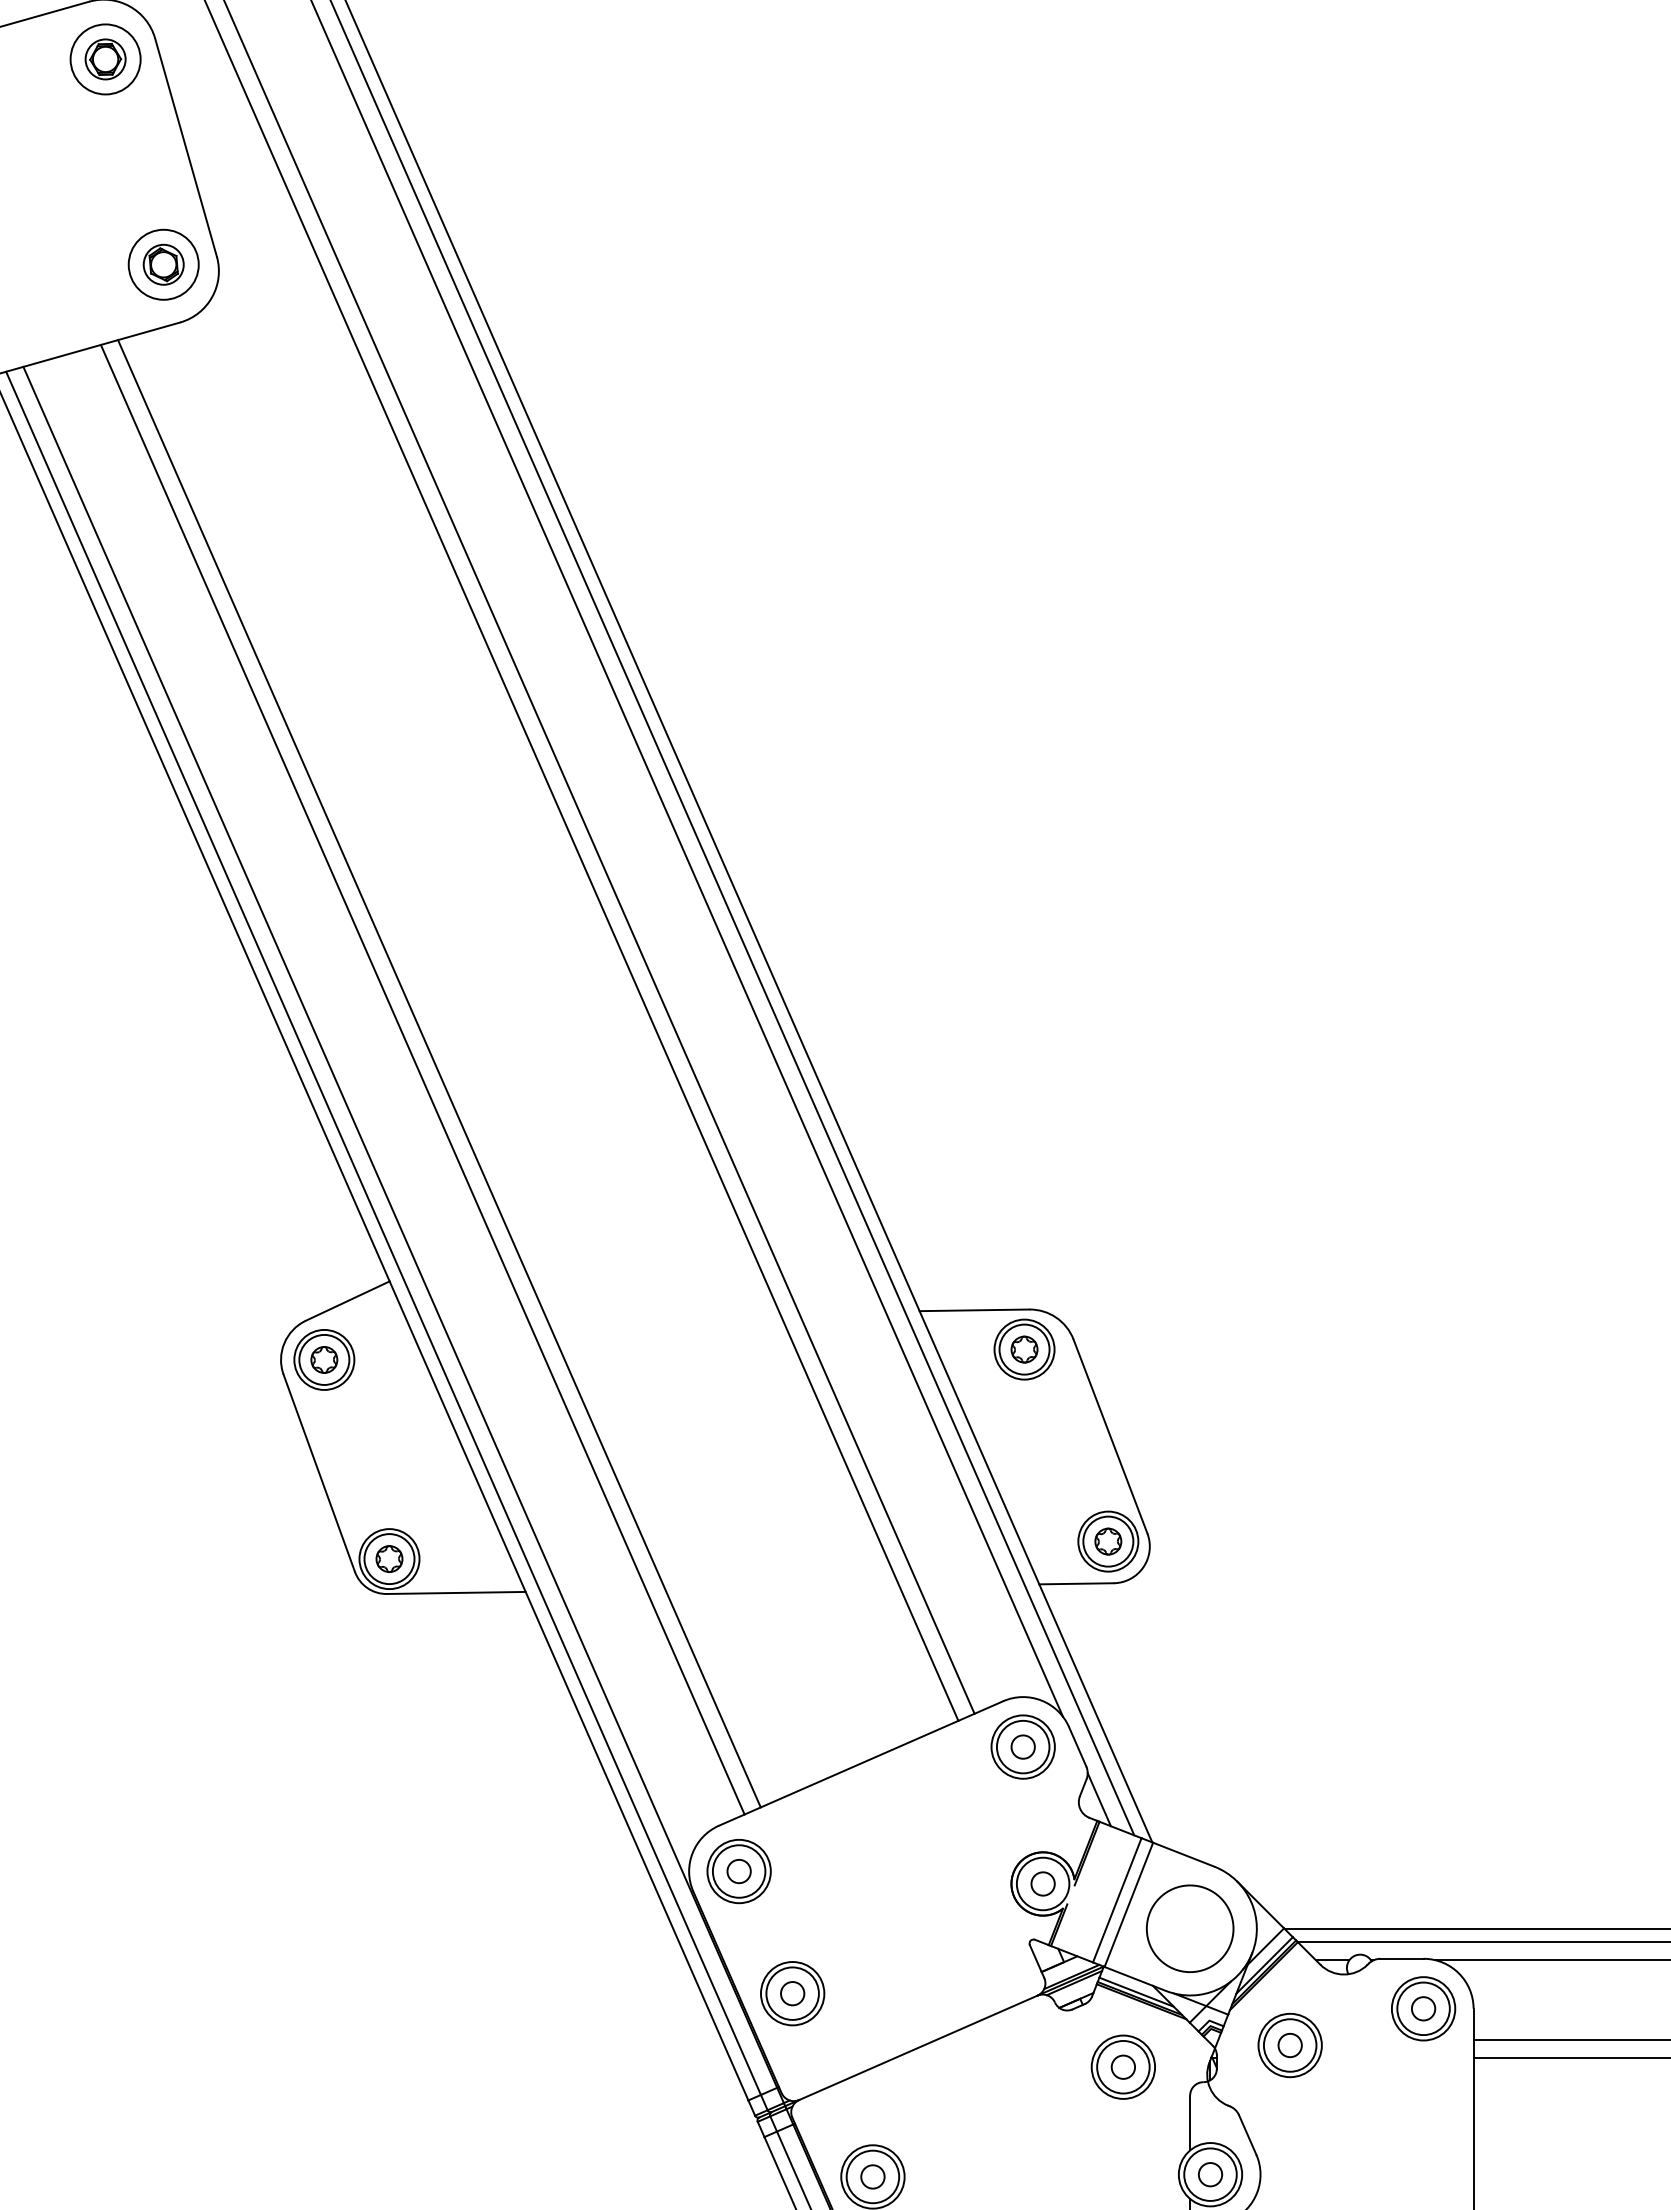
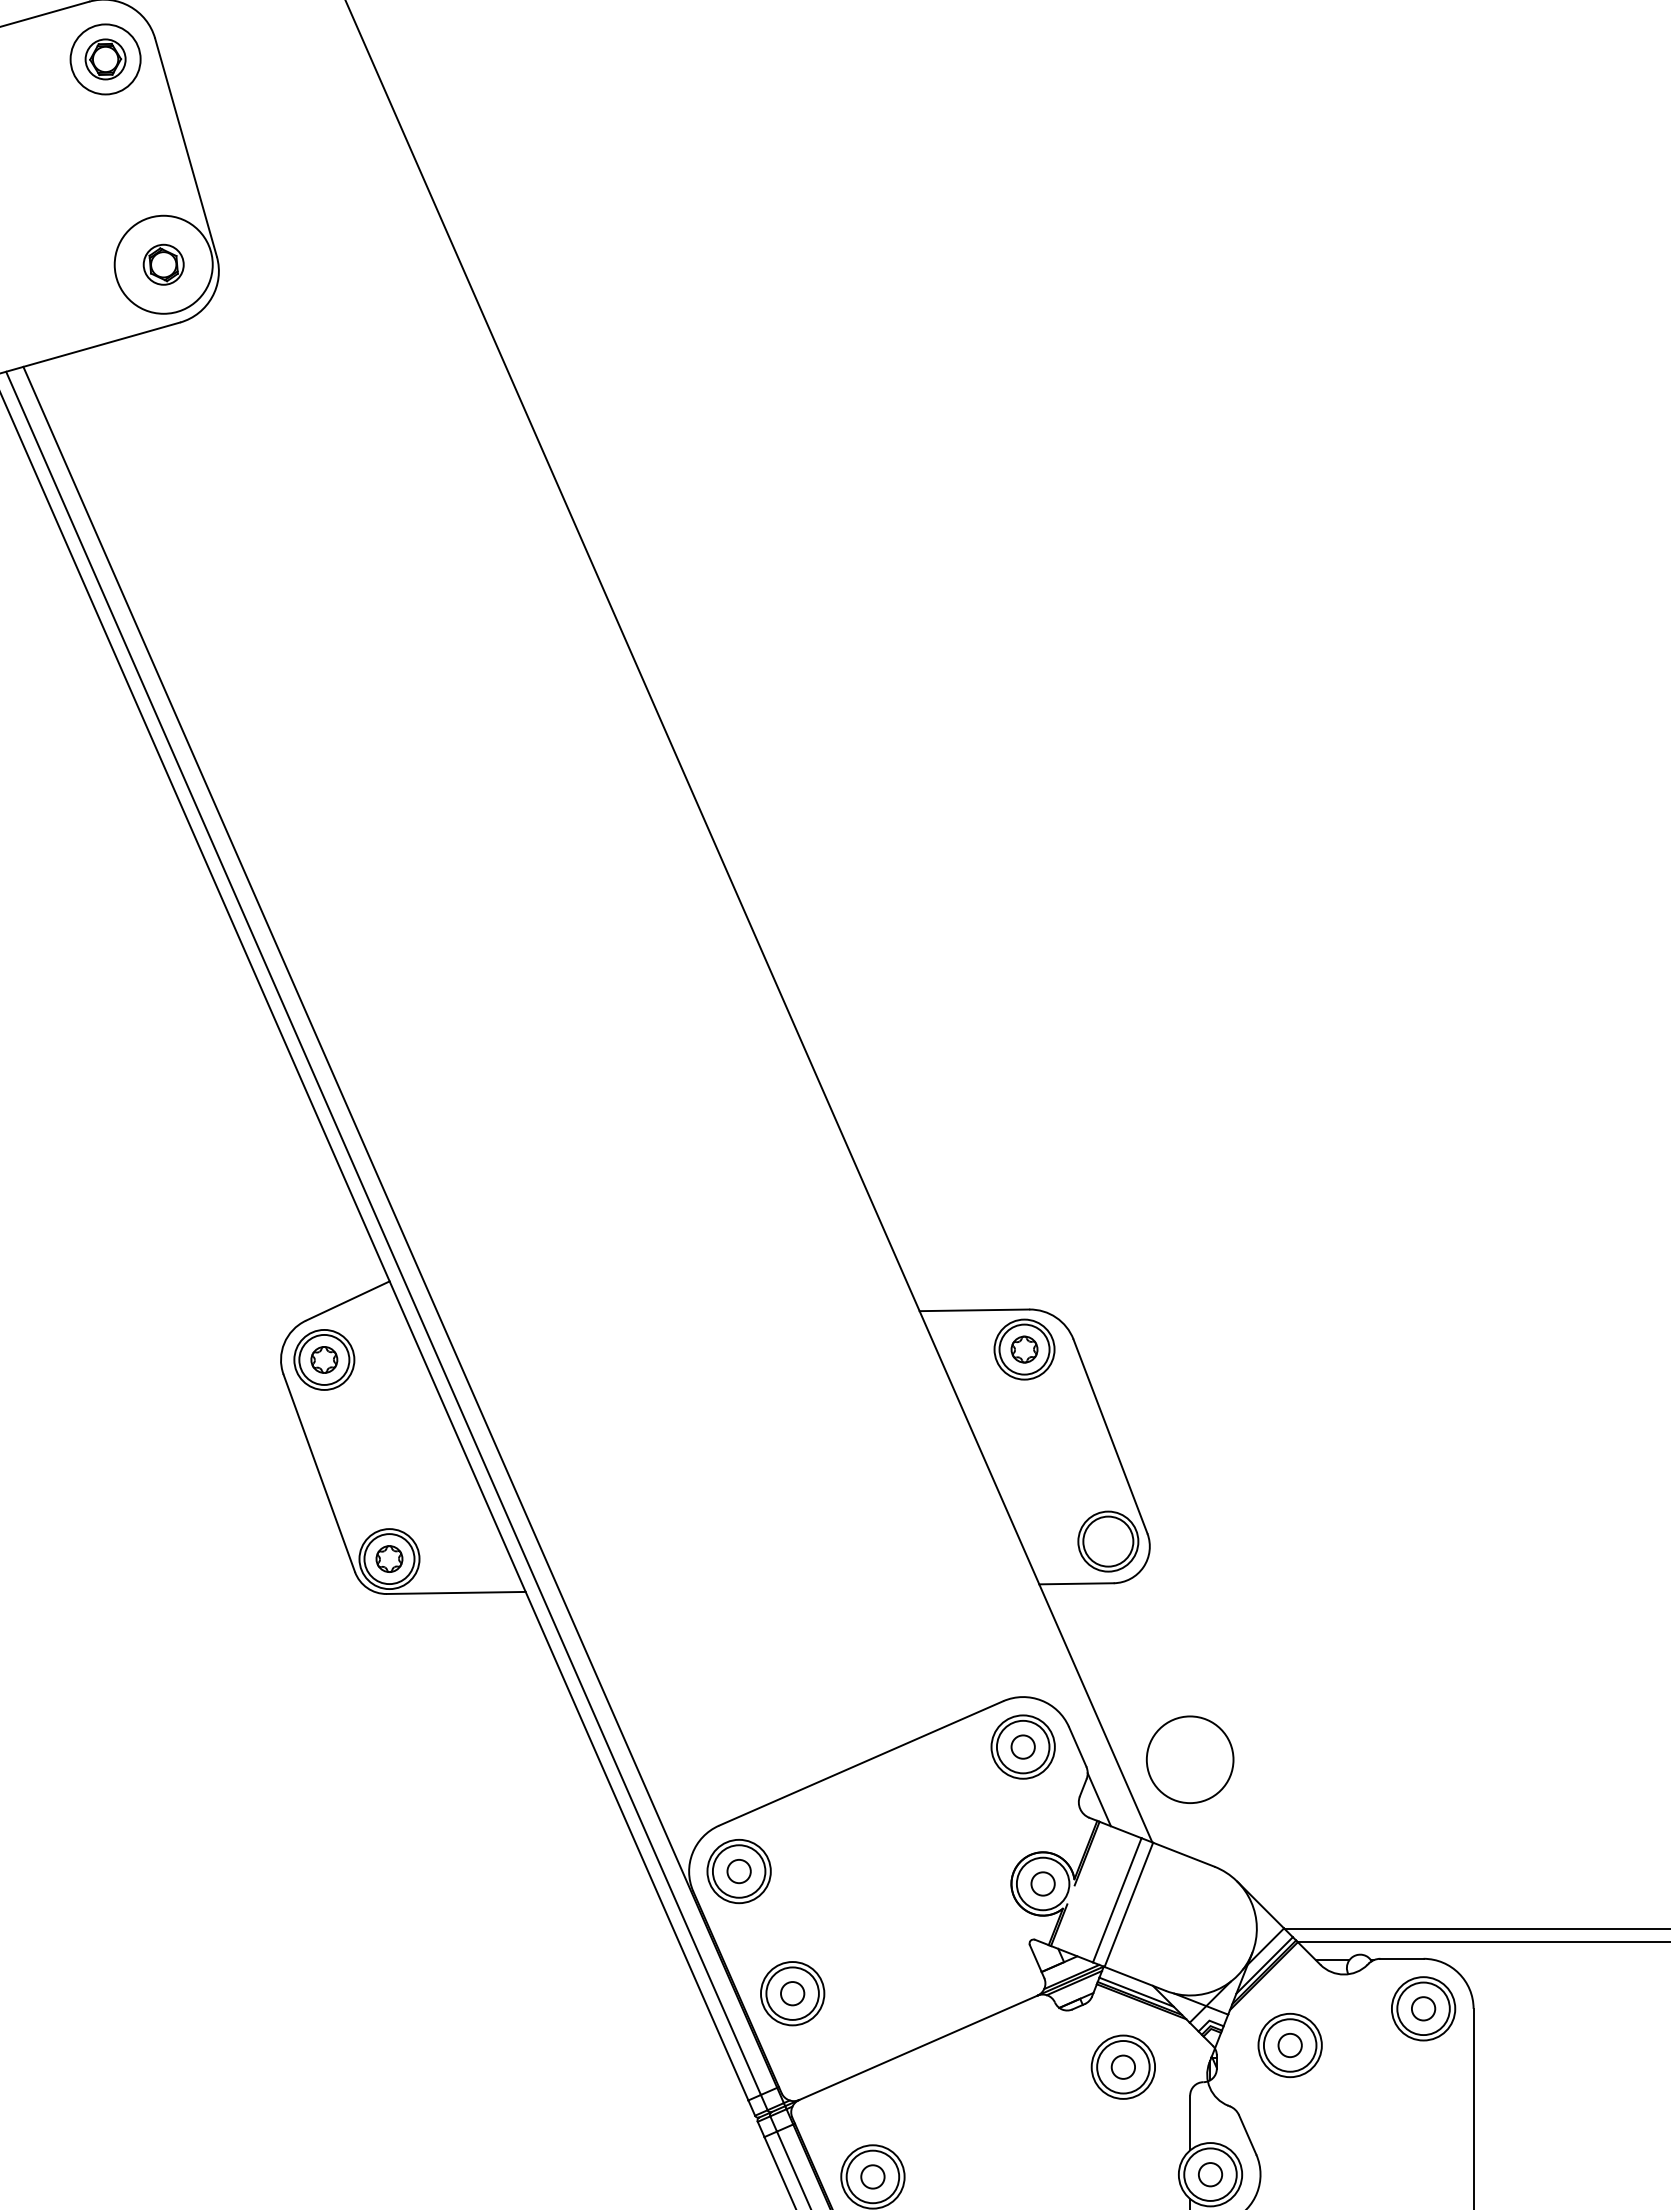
circle at (163, 264) diameter: 70 px -> 98 px
line at (599, 857): present -> none
line at (687, 859): present -> none
line at (581, 861): present -> none
line at (732, 918): present -> none
line at (439, 1073): present -> none
line at (422, 1079): present -> none
part at (1108, 1541): present -> none
circle at (1189, 1928) position: (1189, 1928) -> (1189, 1759)
line at (1551, 1960): present -> none
line at (1570, 2040): present -> none
line at (1570, 2057): present -> none
